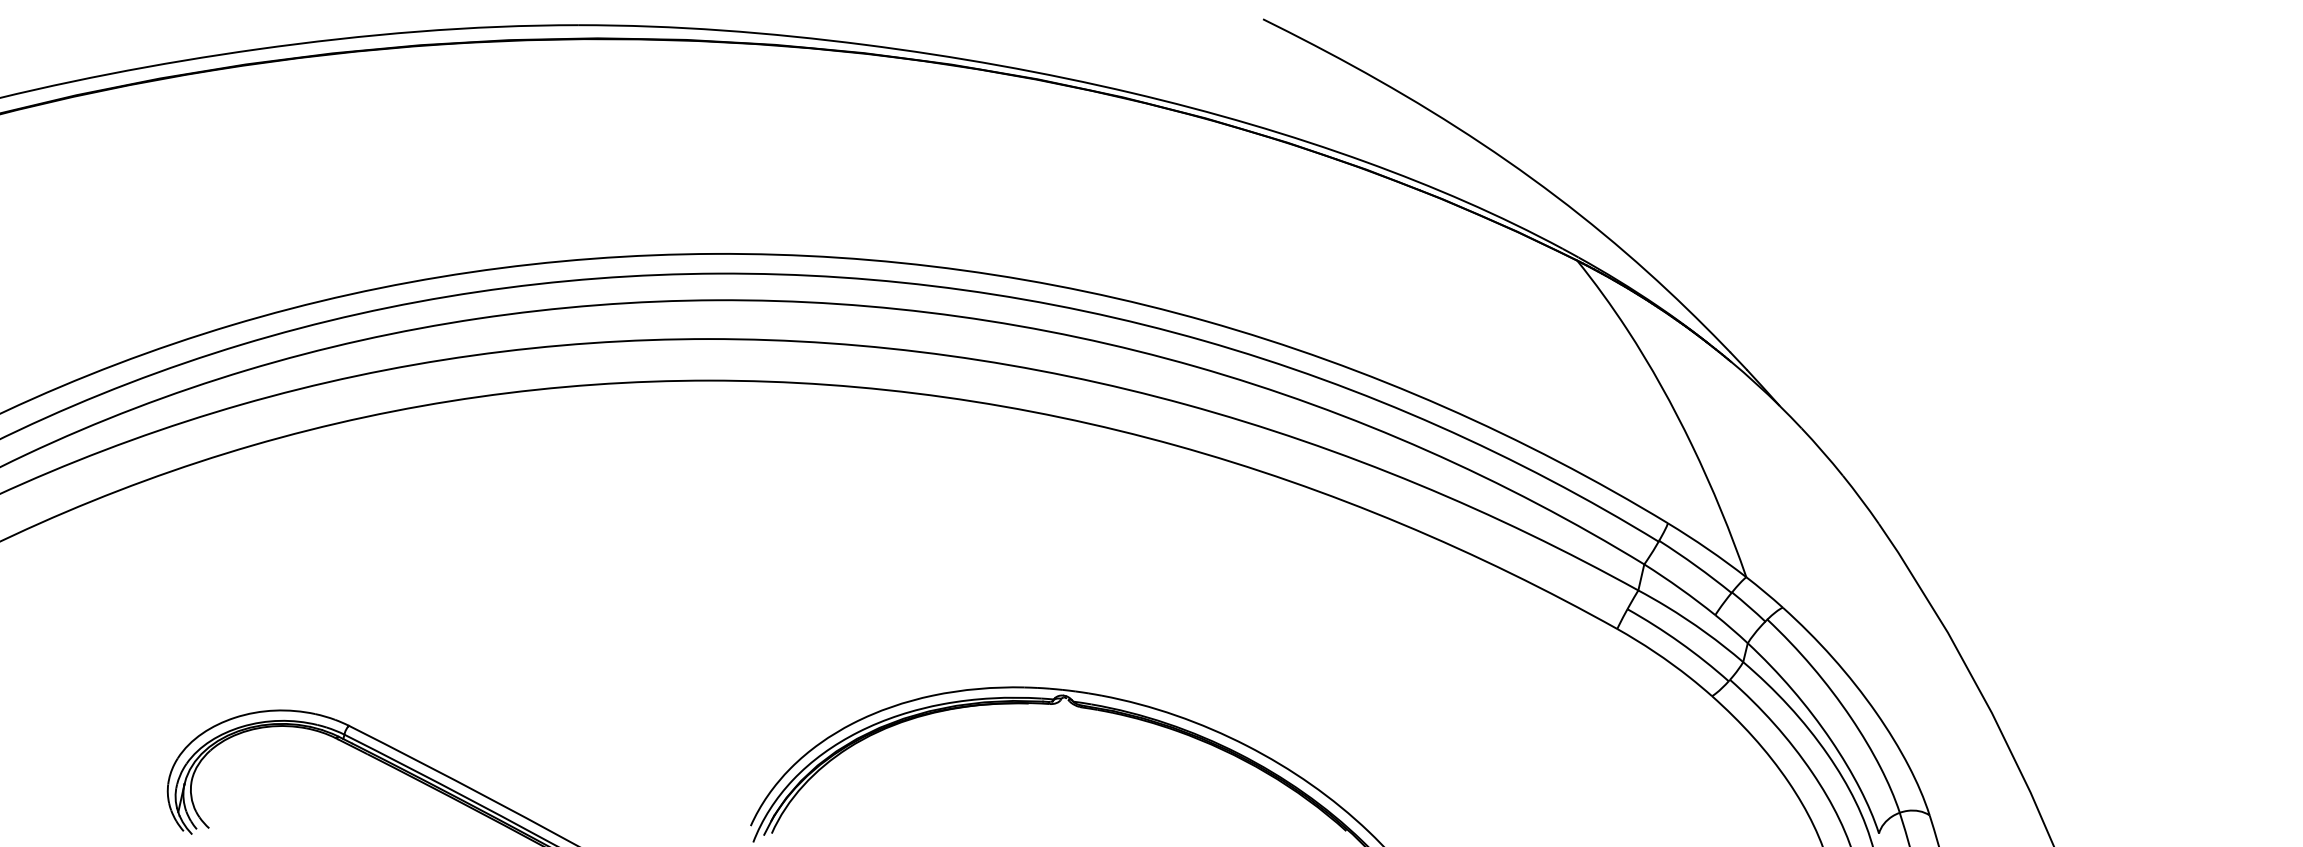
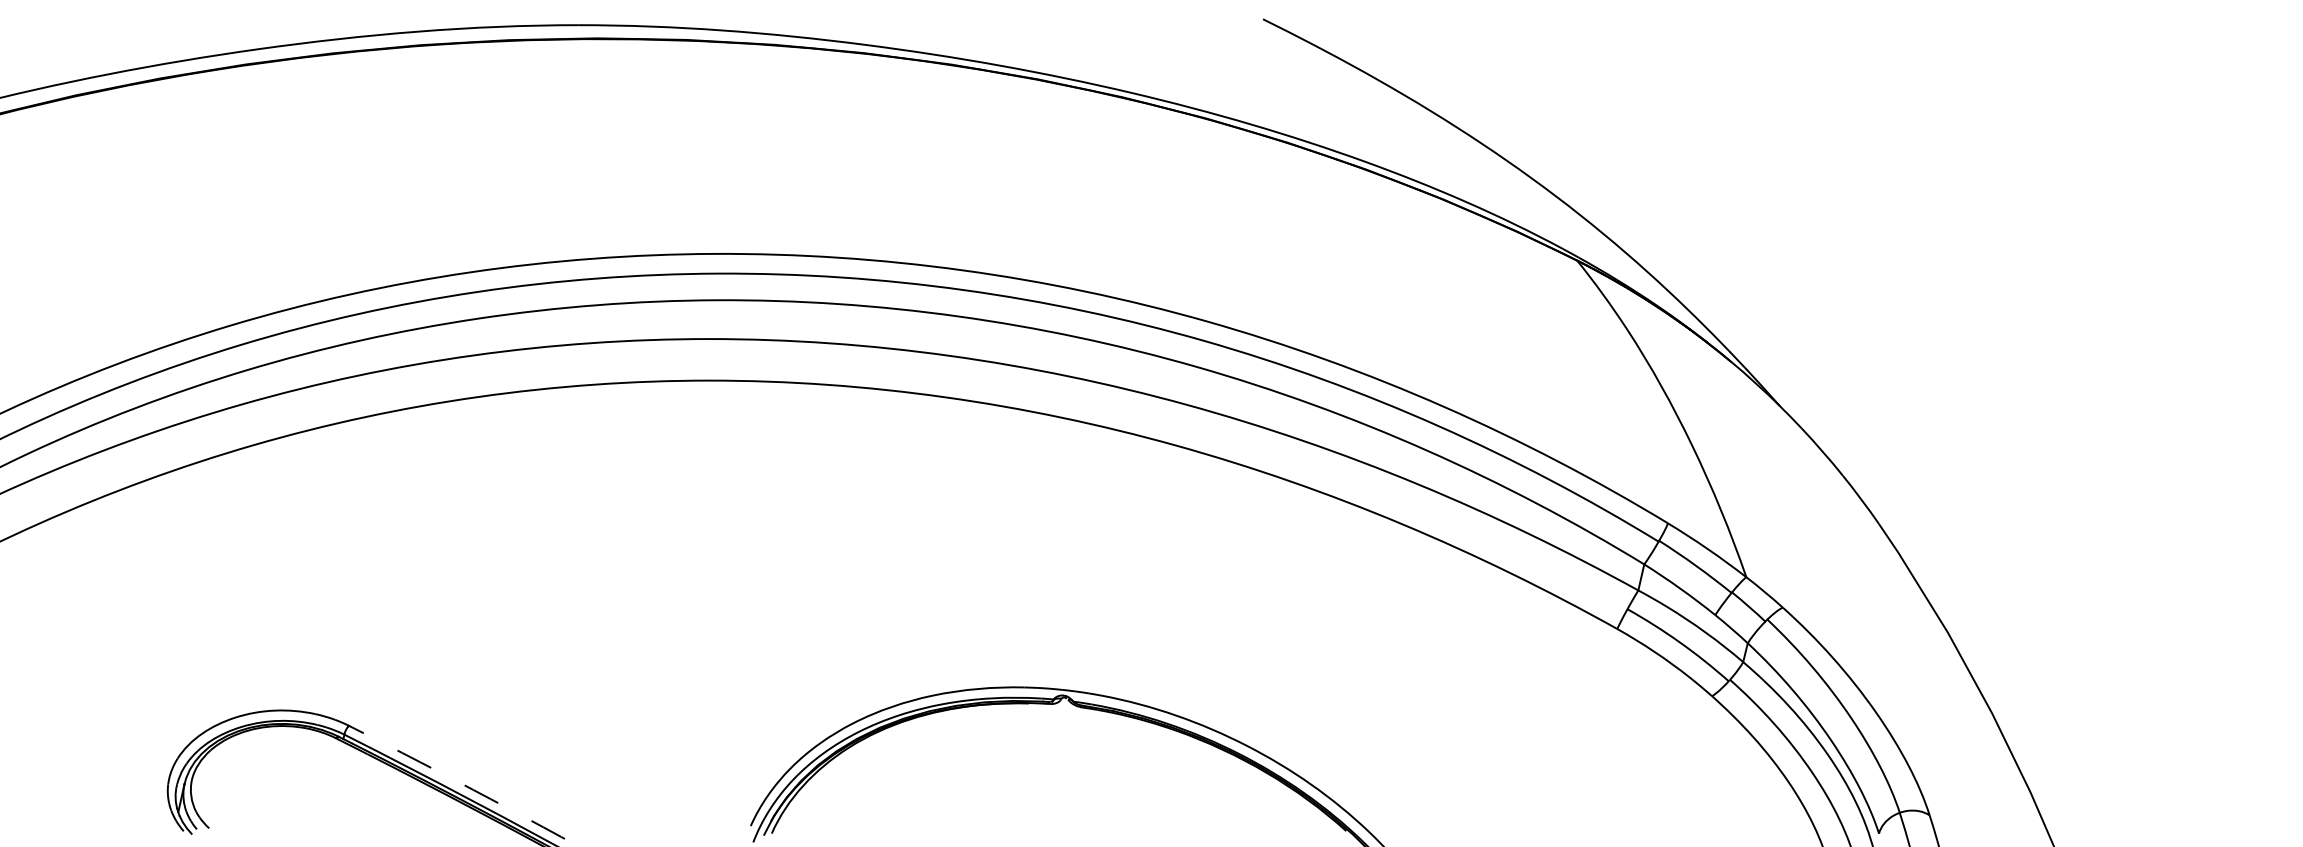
arc at (464, 785): solid -> dashed
